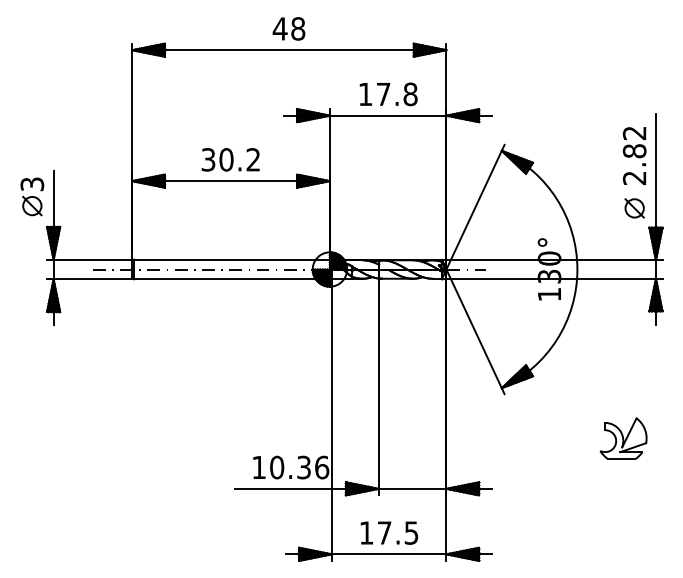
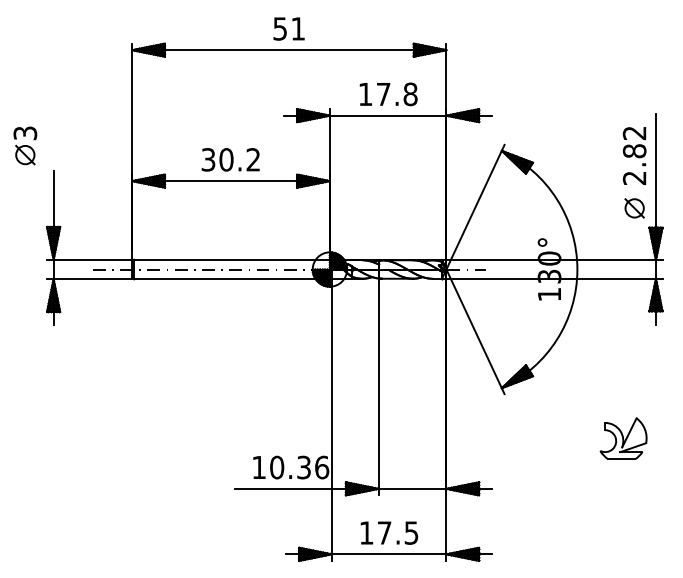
text at (288, 28): 48 -> 51
part at (32, 196) position: (32, 196) -> (25, 145)
